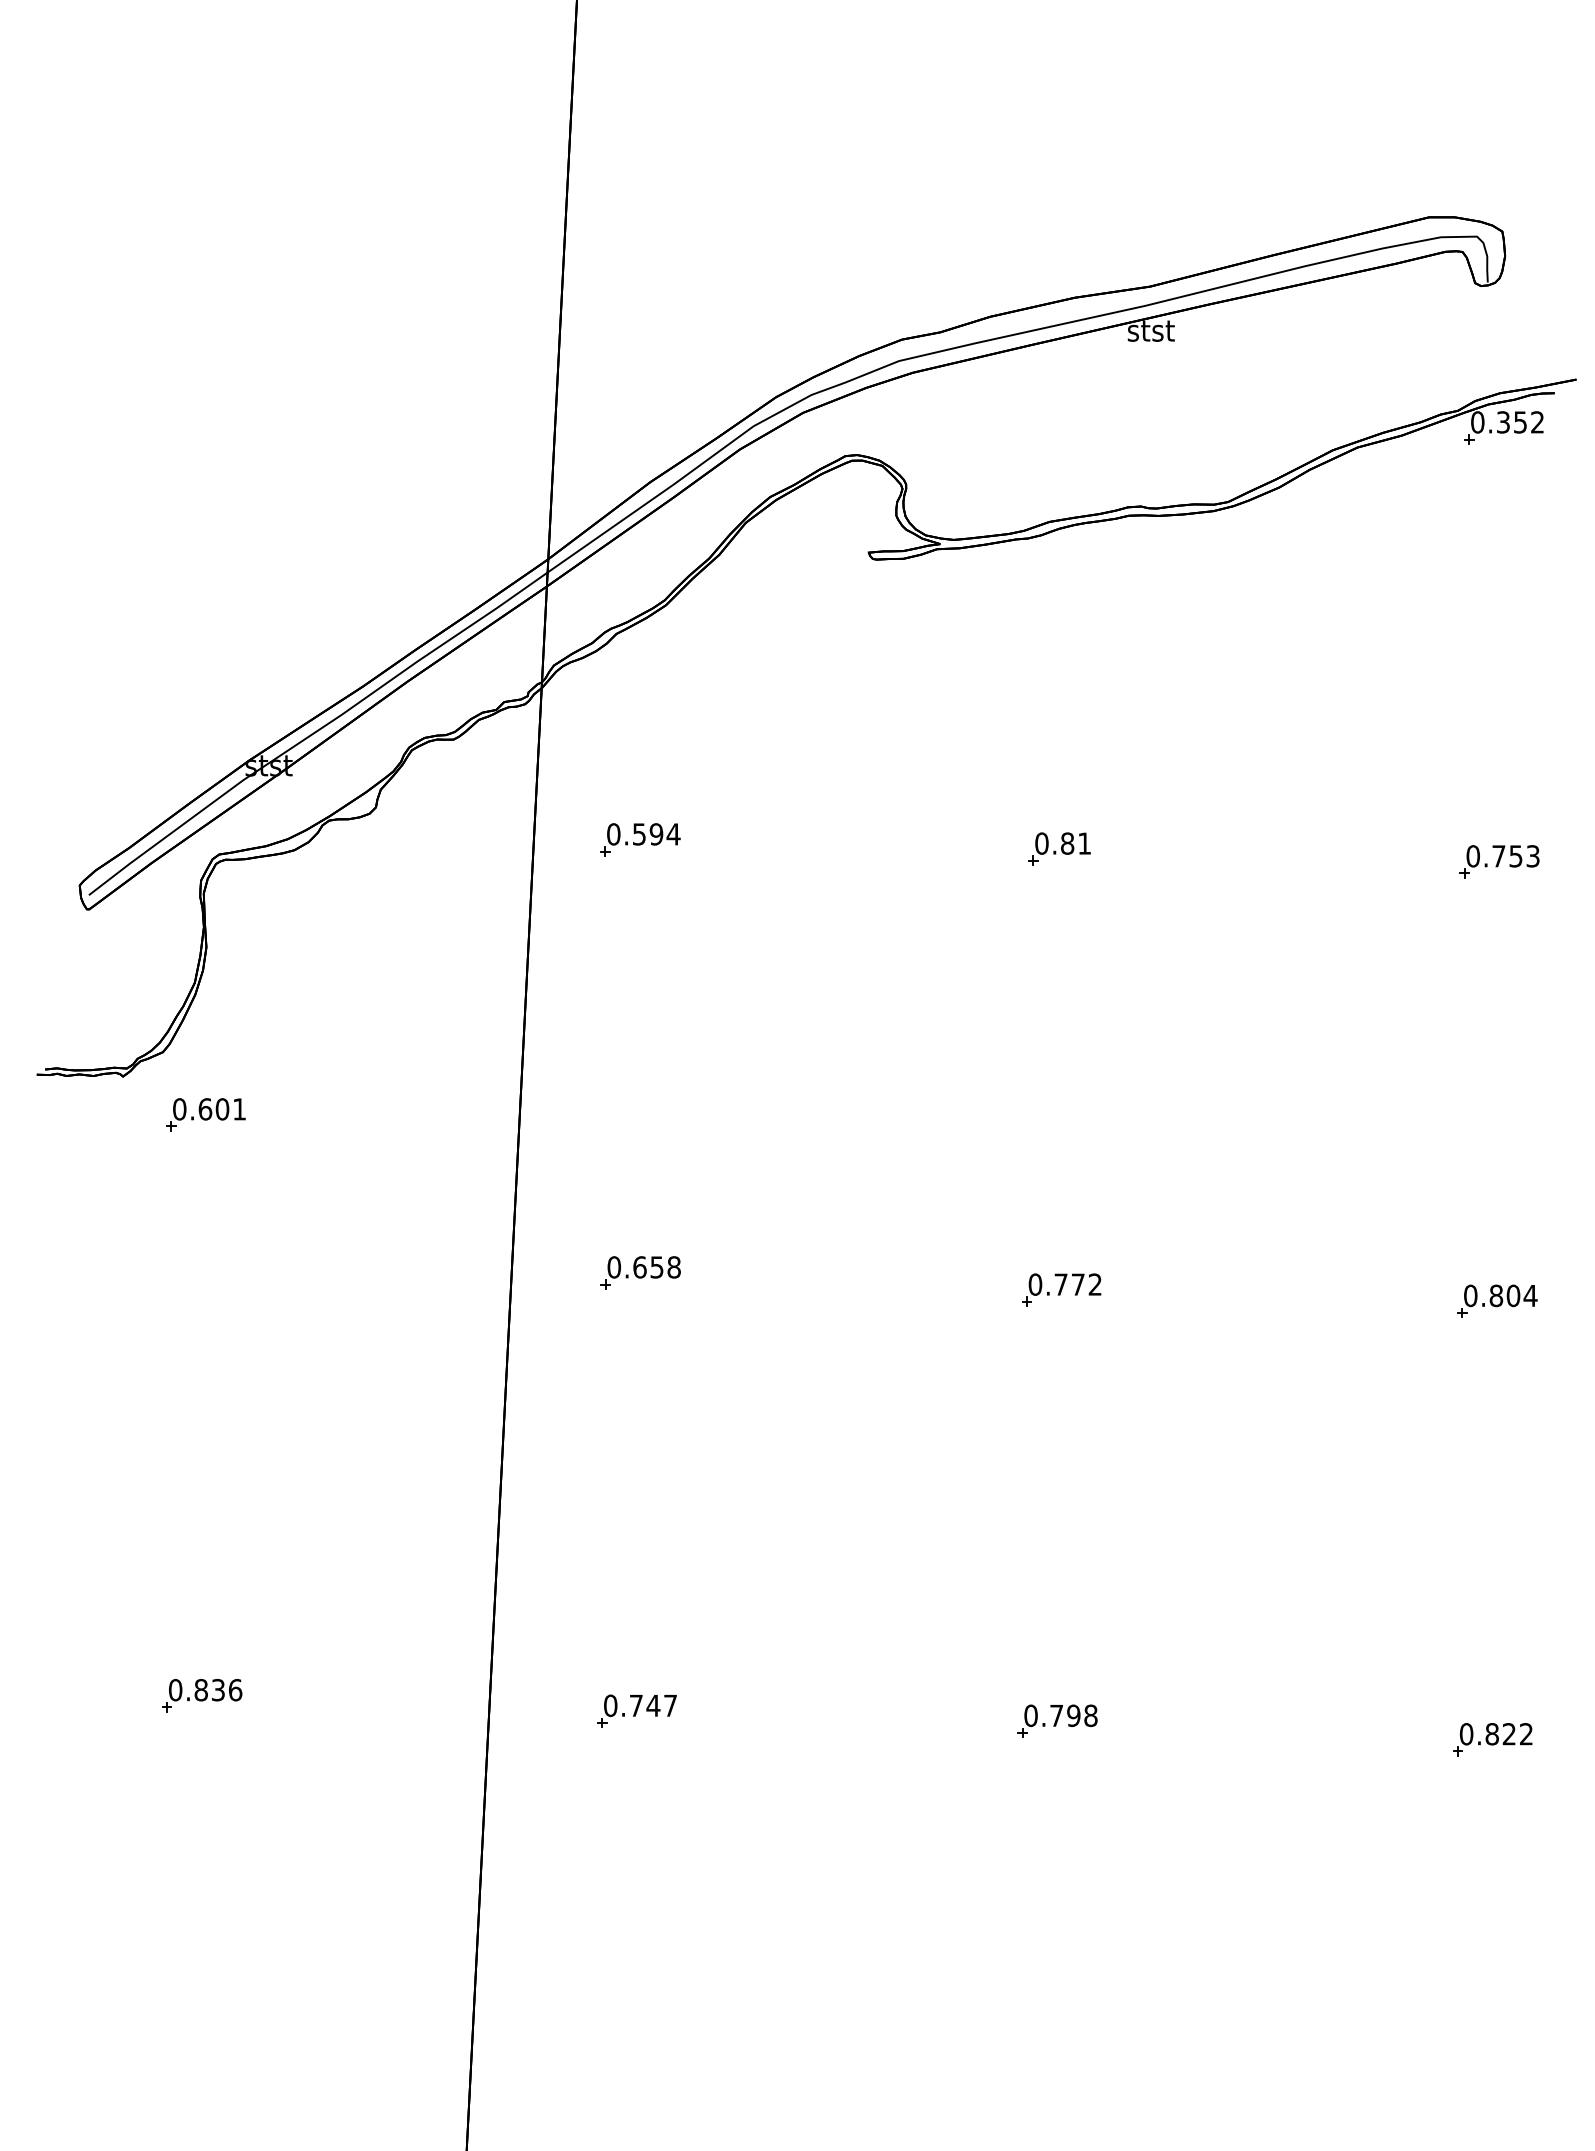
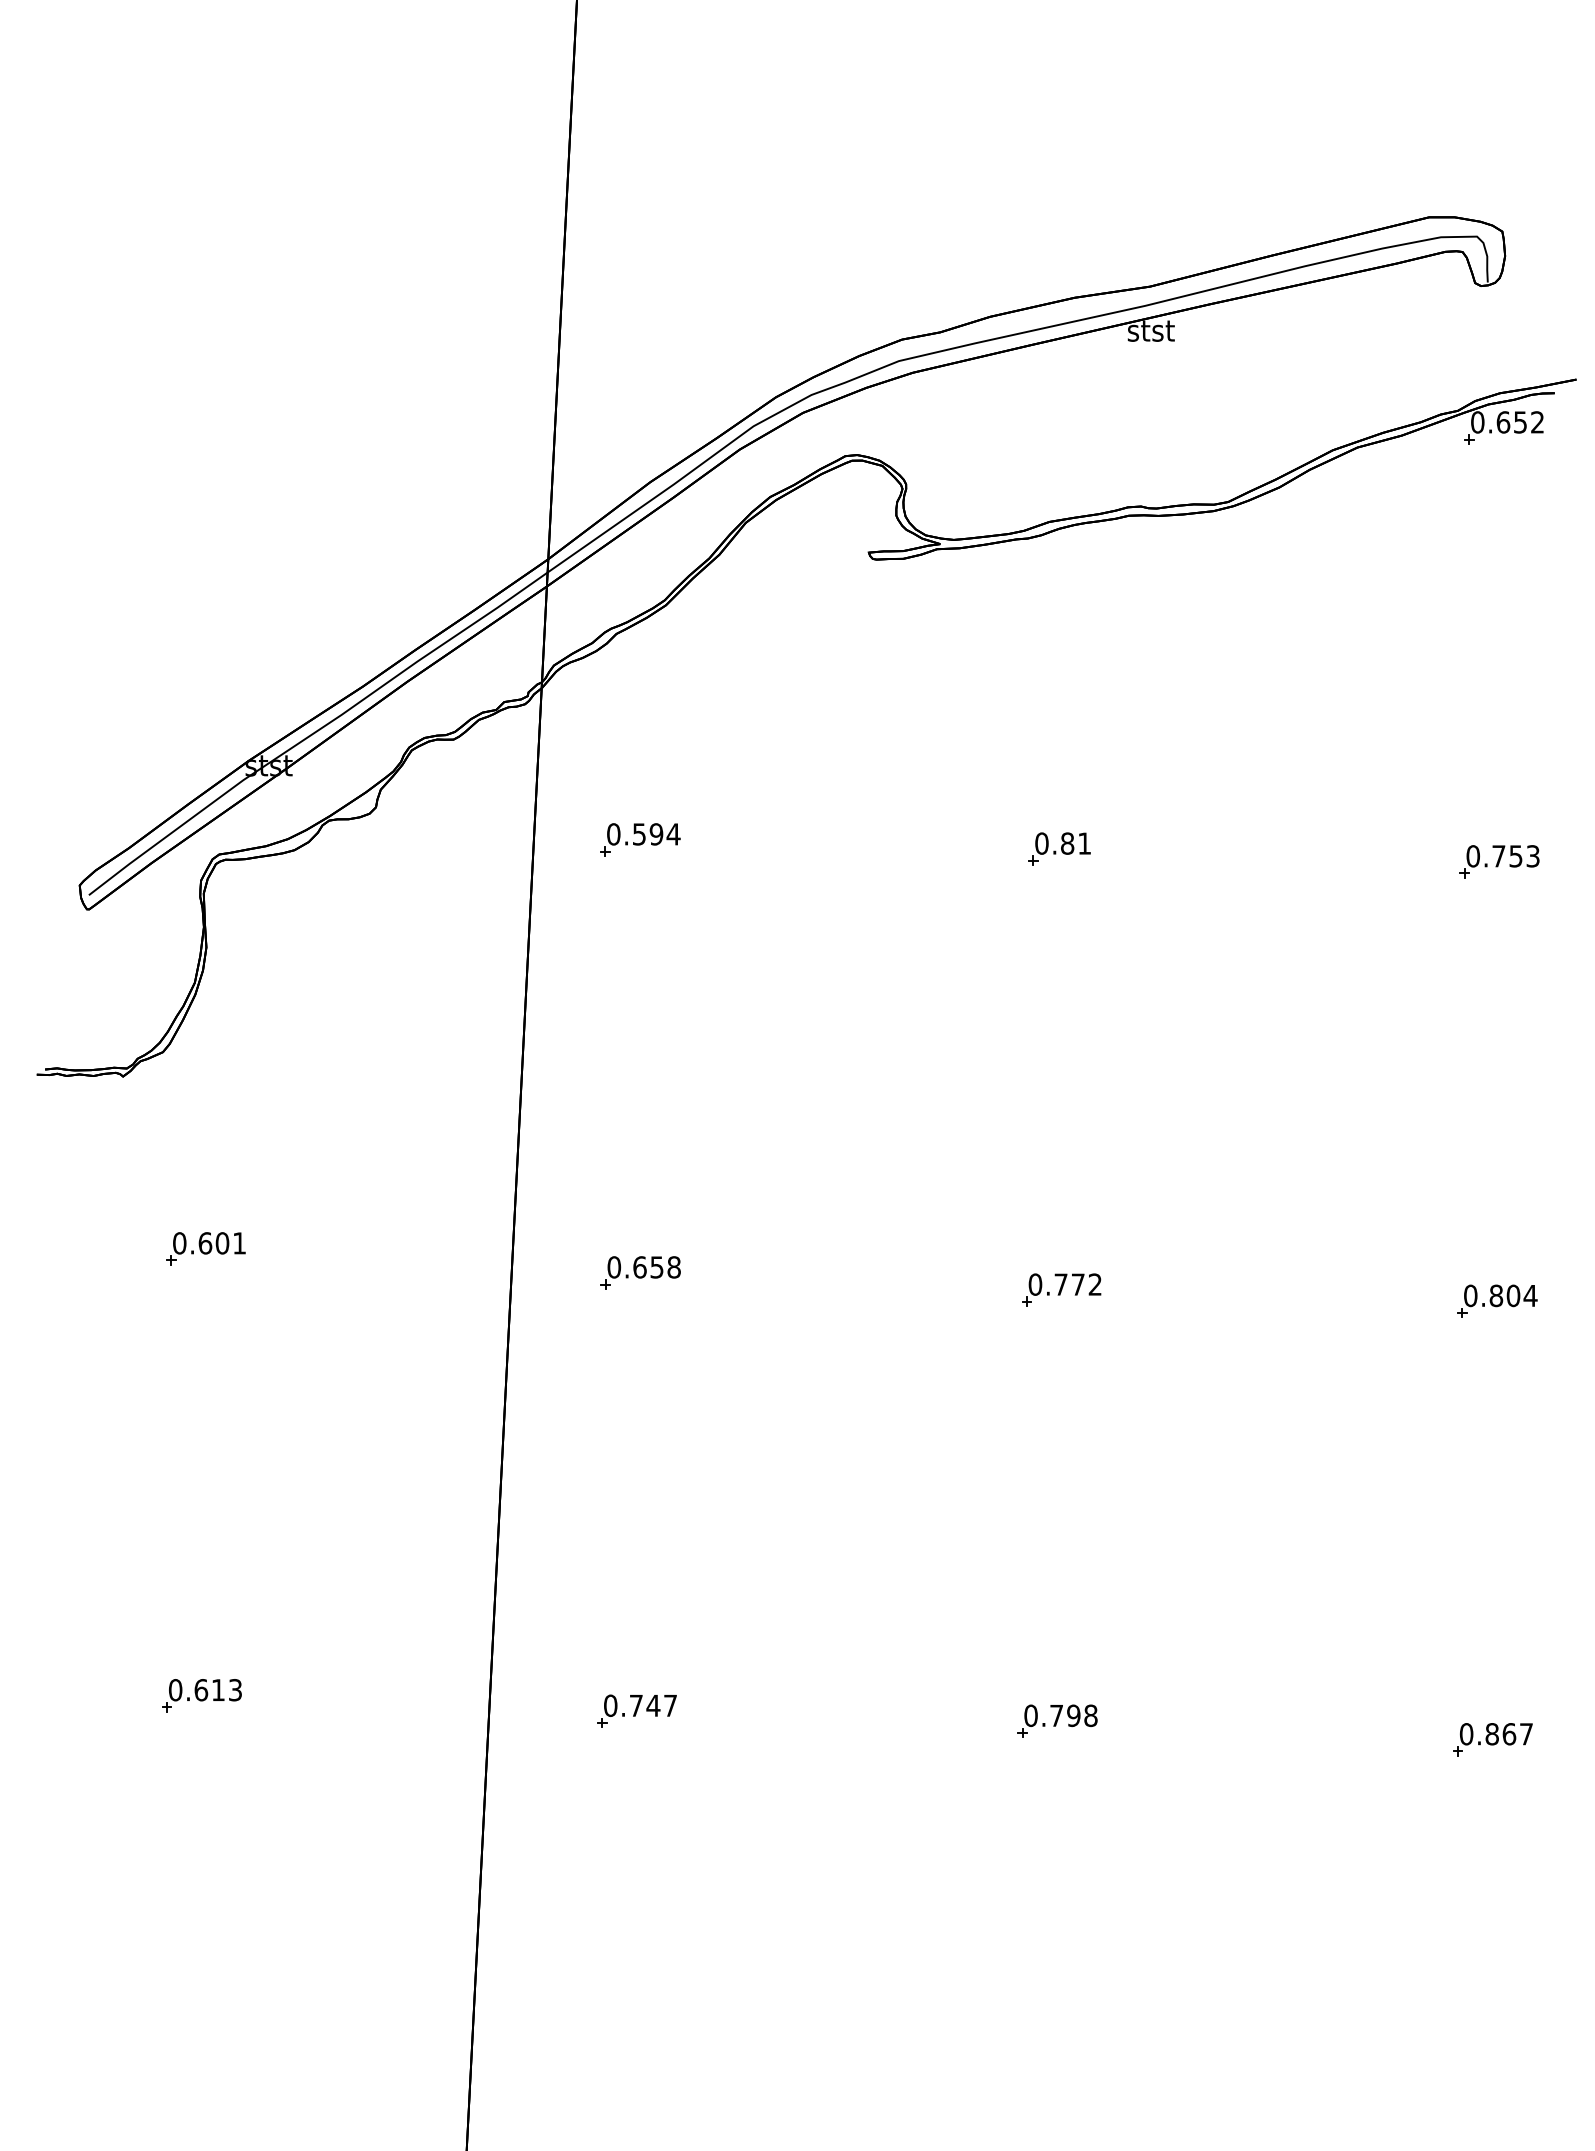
text at (1503, 422): 0.352 -> 0.652
part at (205, 1114) position: (205, 1114) -> (205, 1248)
text at (218, 1690): 0.836 -> 0.613
text at (1517, 1734): 0.822 -> 0.867
